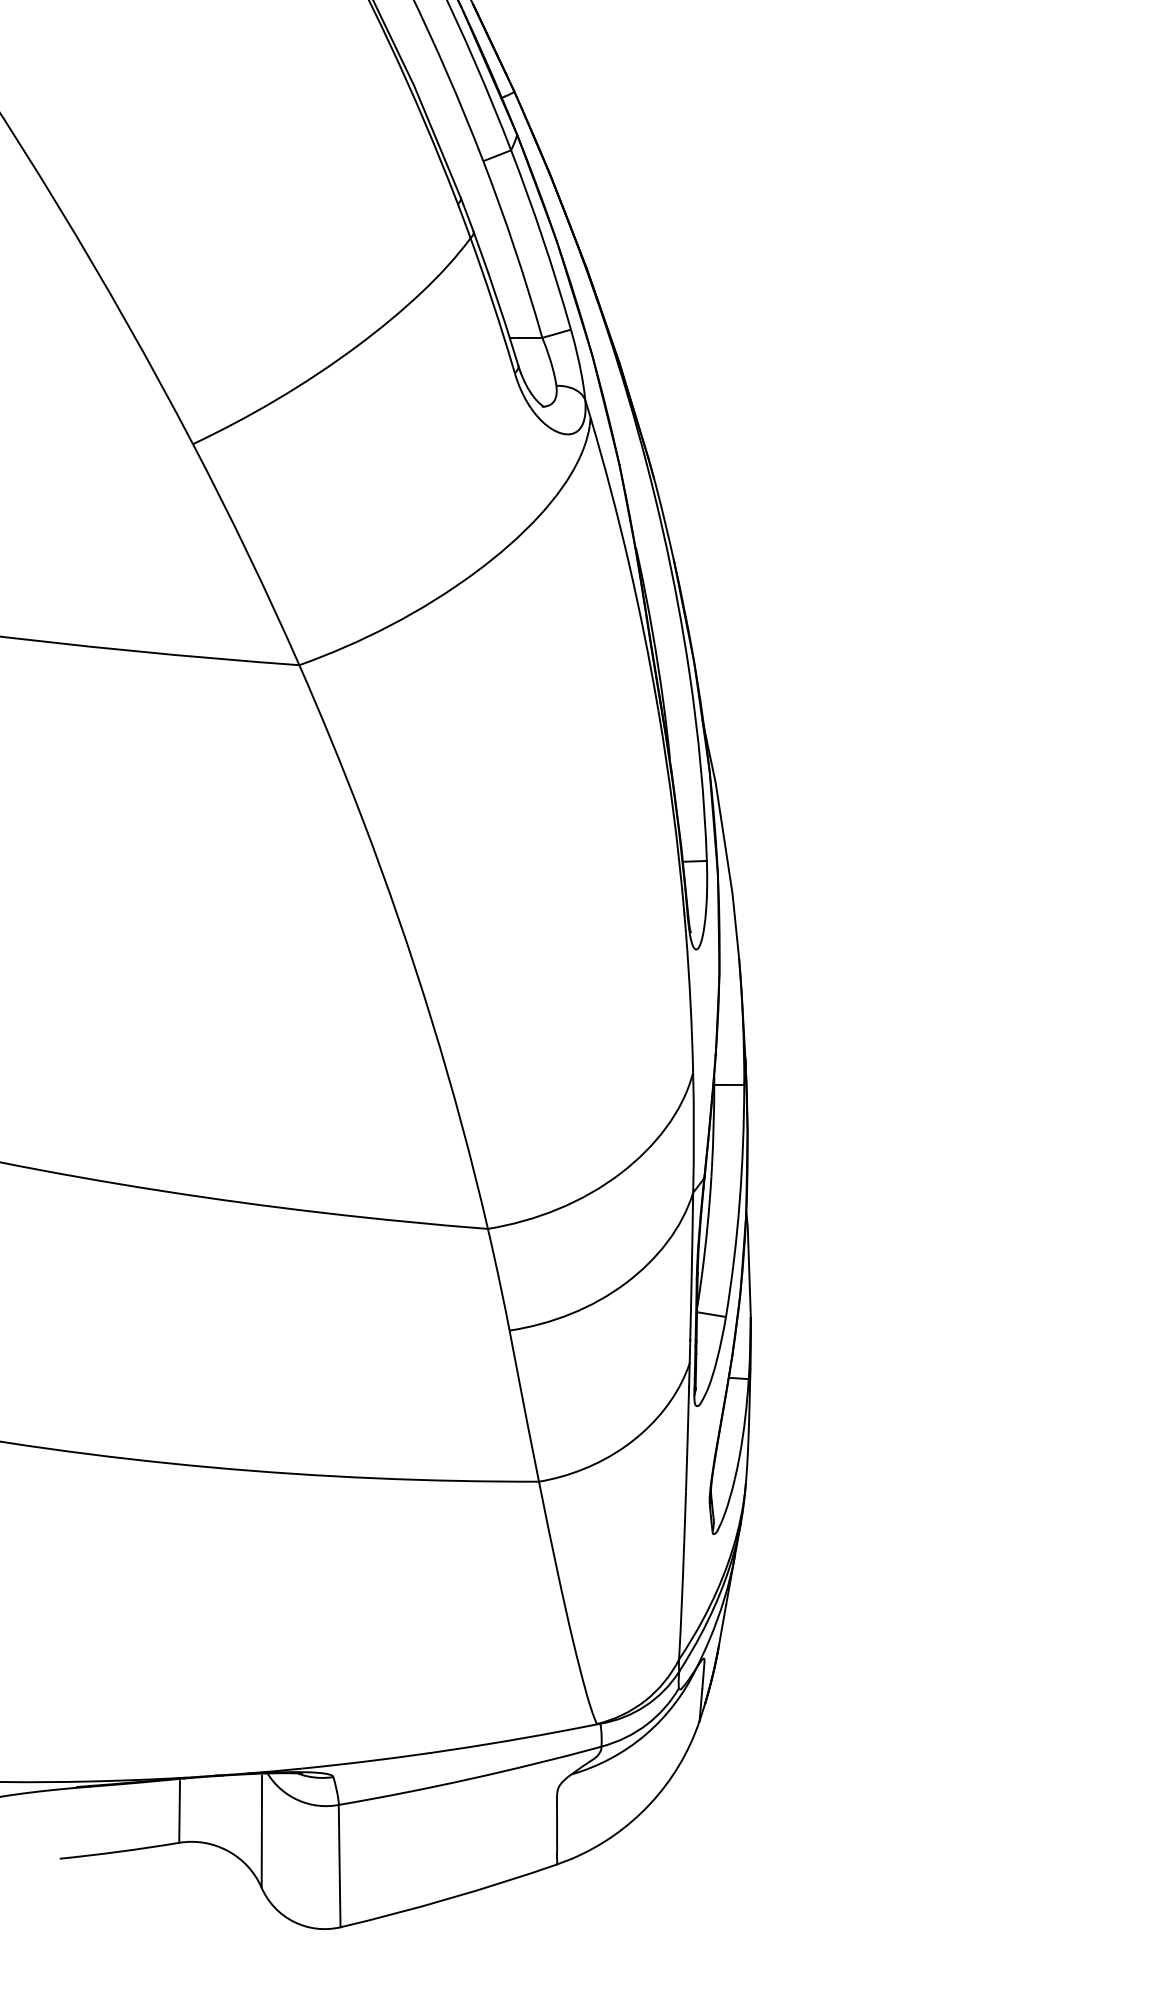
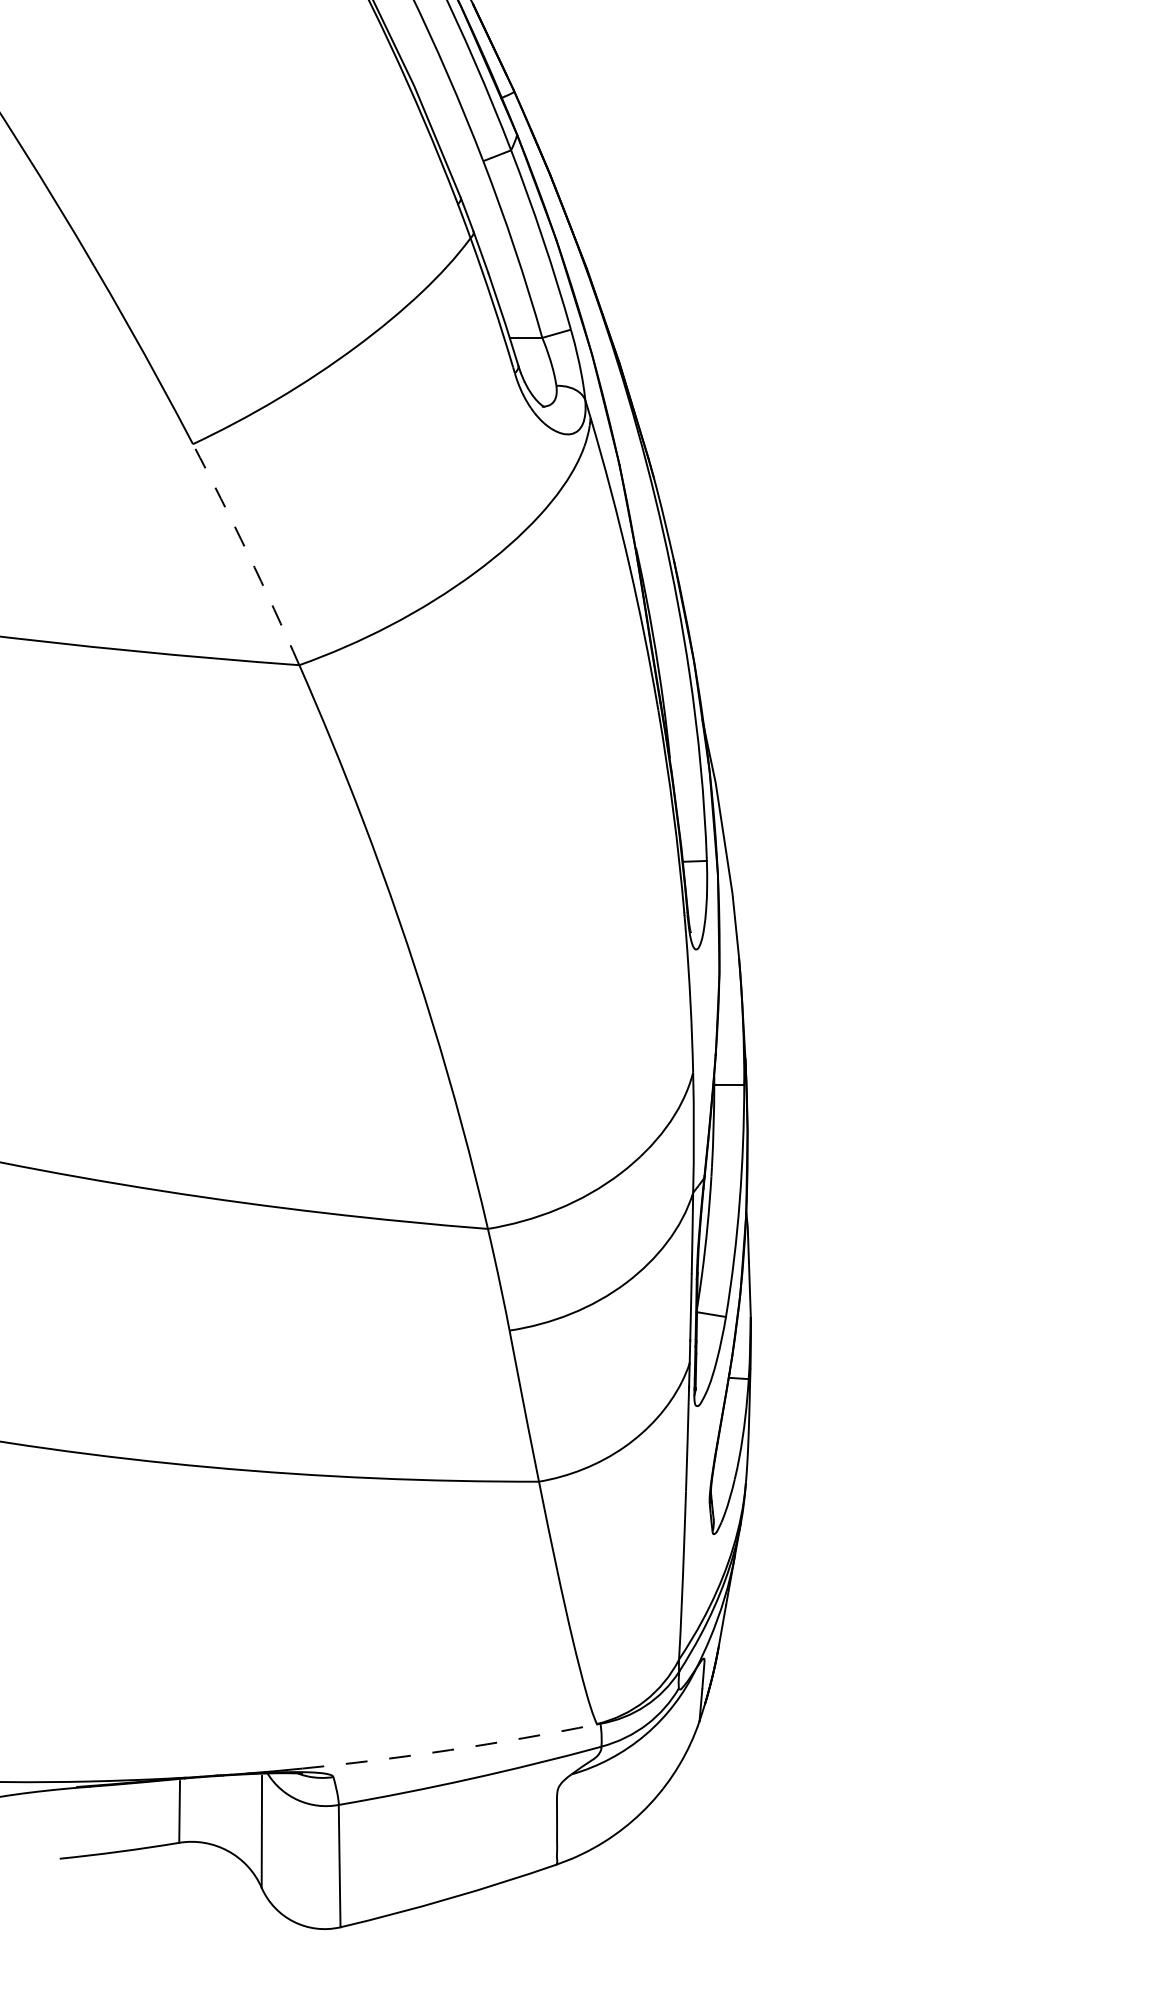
arc at (248, 553): solid -> dashed
arc at (450, 1750): solid -> dashed
